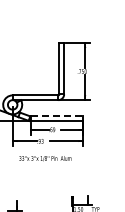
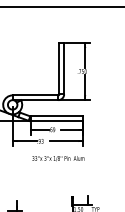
line at (61, 6): none -> present
line at (57, 116): dashed -> solid
text at (45, 158) position: (45, 158) -> (58, 158)
